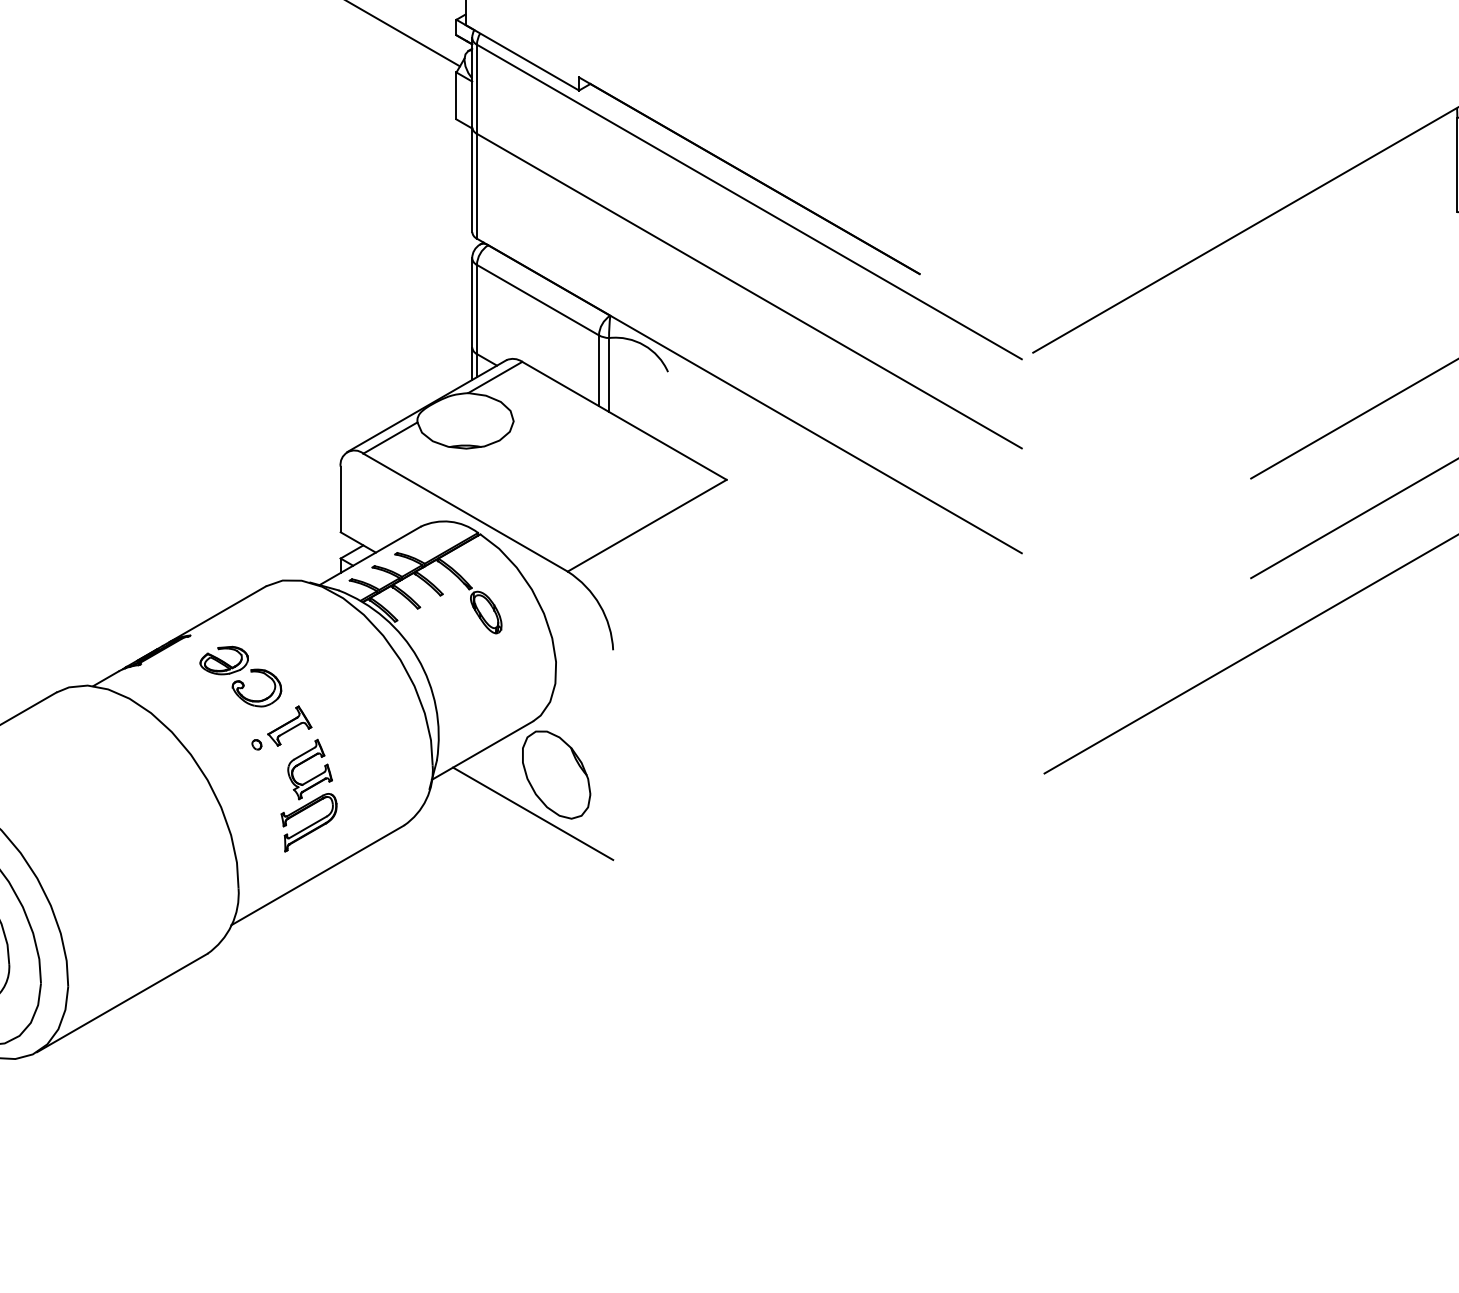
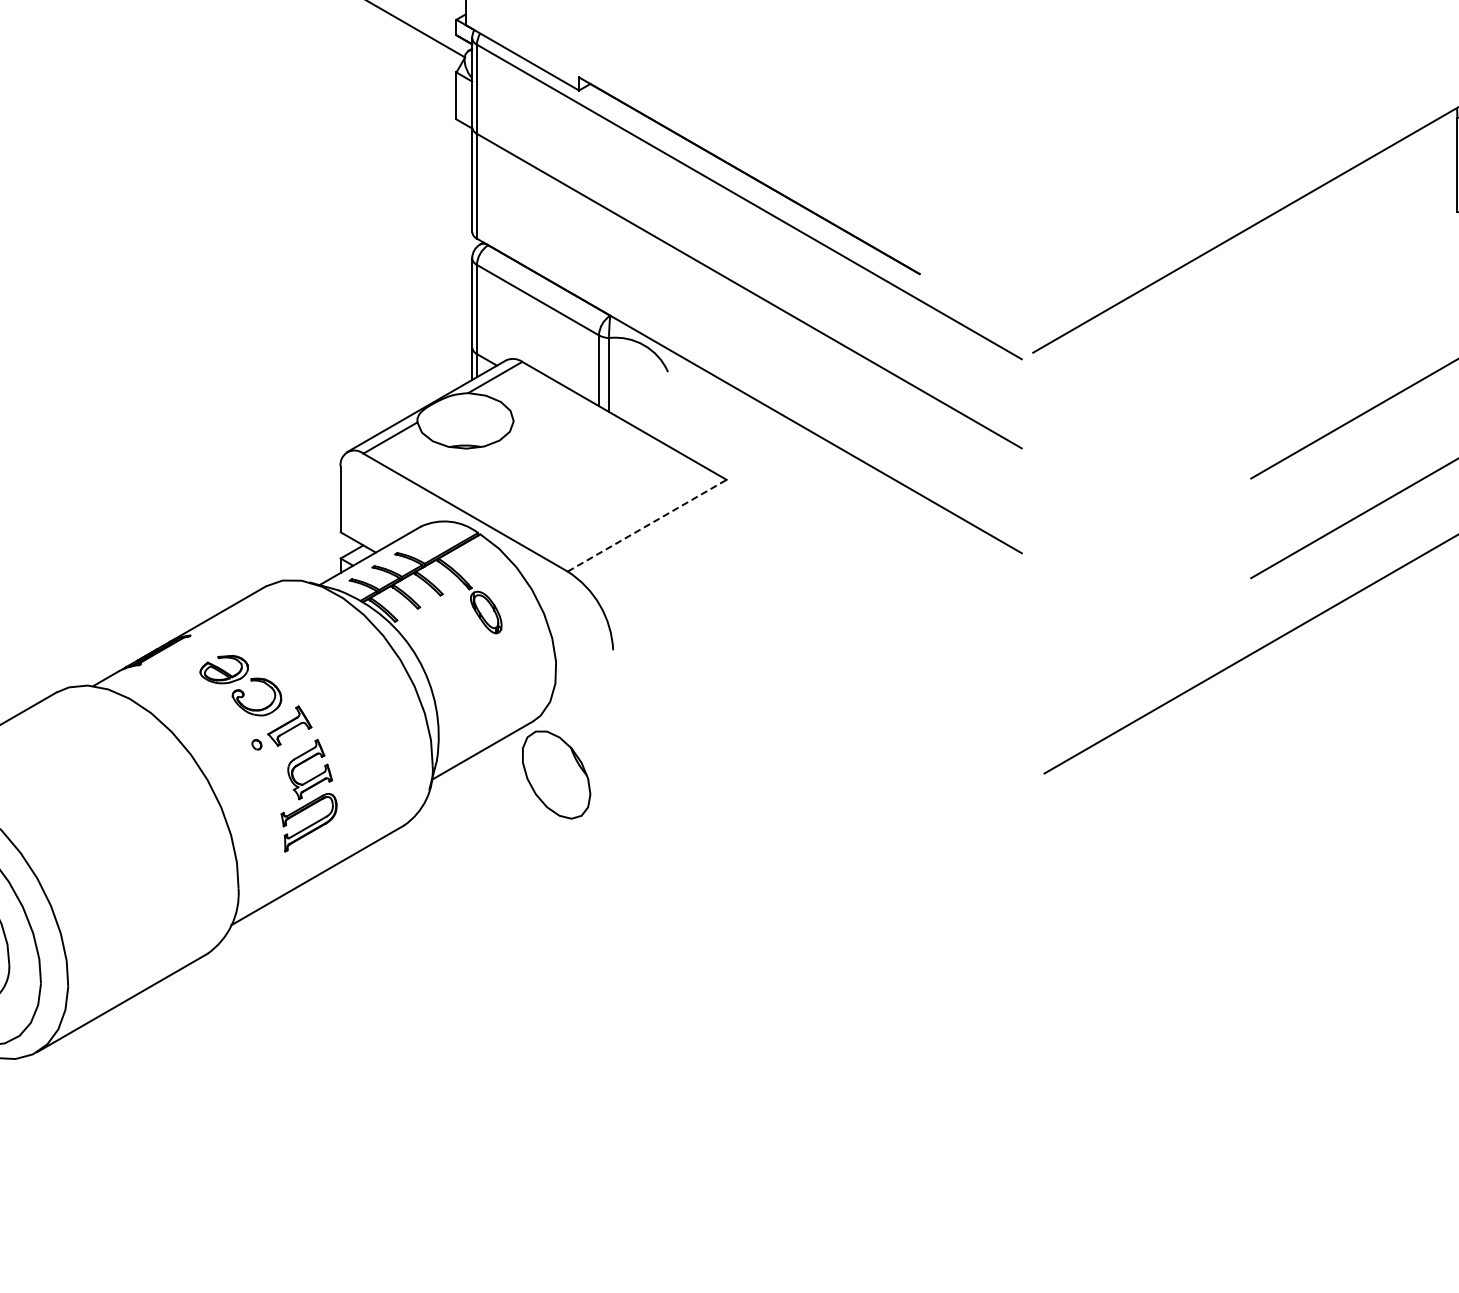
line at (404, 34) position: (404, 34) -> (417, 29)
line at (647, 525): solid -> dashed
part at (240, 676) position: (240, 676) -> (240, 685)
line at (533, 813): present -> none
